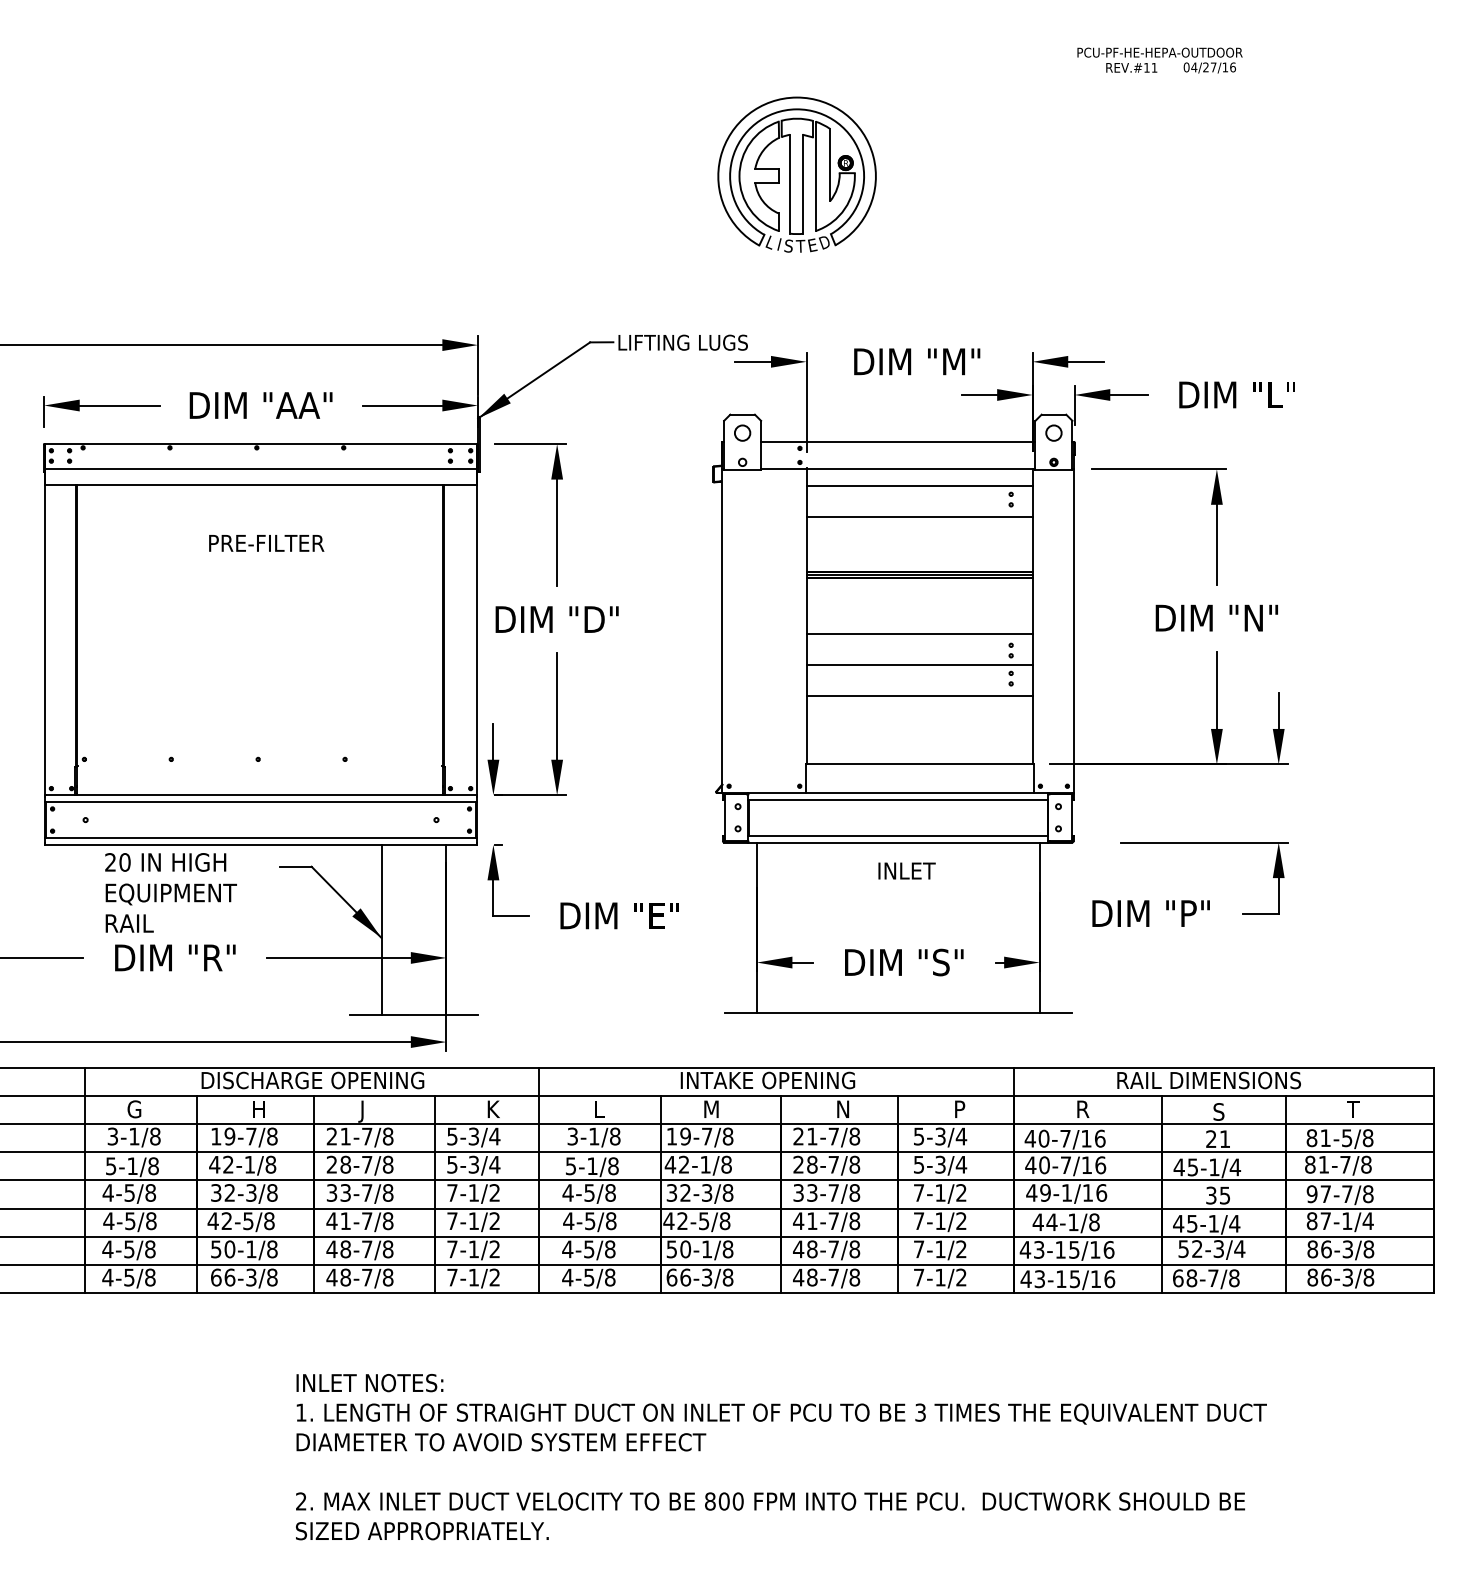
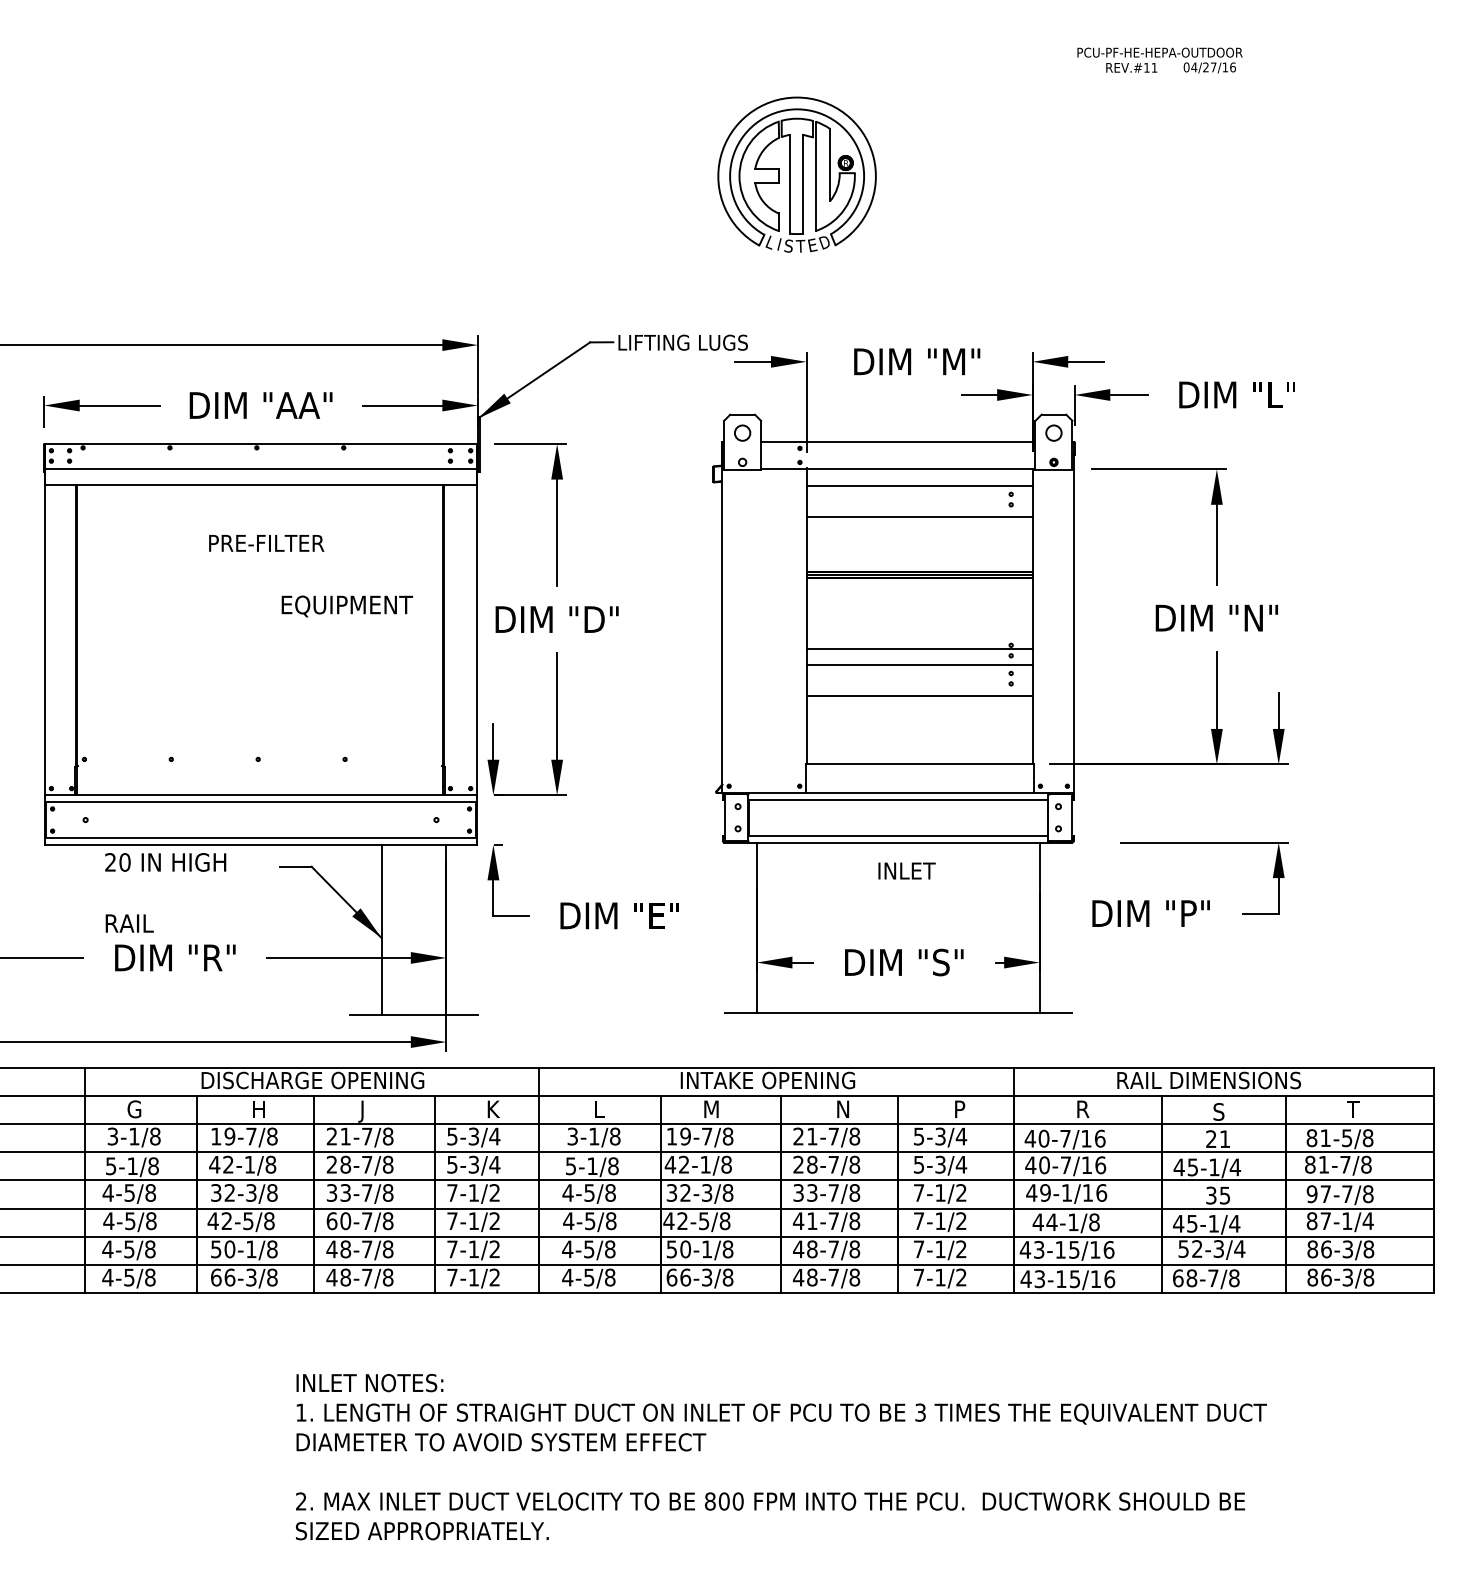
line at (919, 633) position: (919, 633) -> (919, 648)
text at (170, 894) position: (170, 894) -> (346, 606)
text at (338, 1221): 41-7/8 -> 60-7/8
